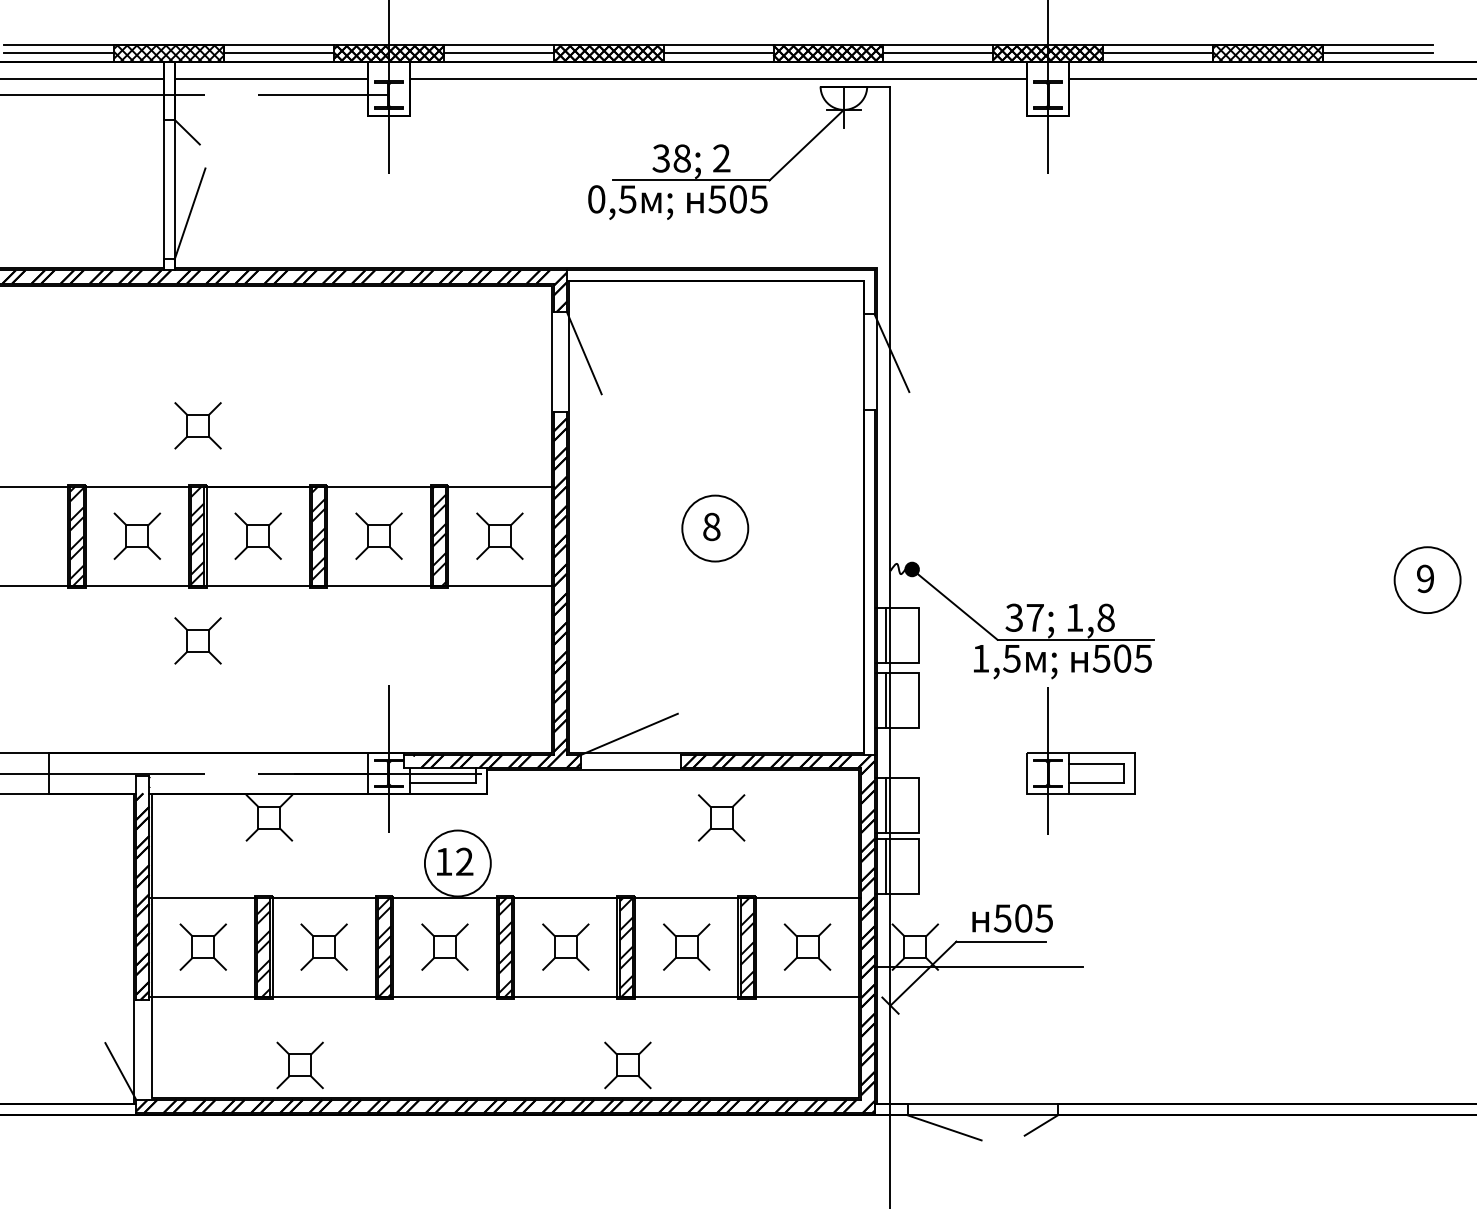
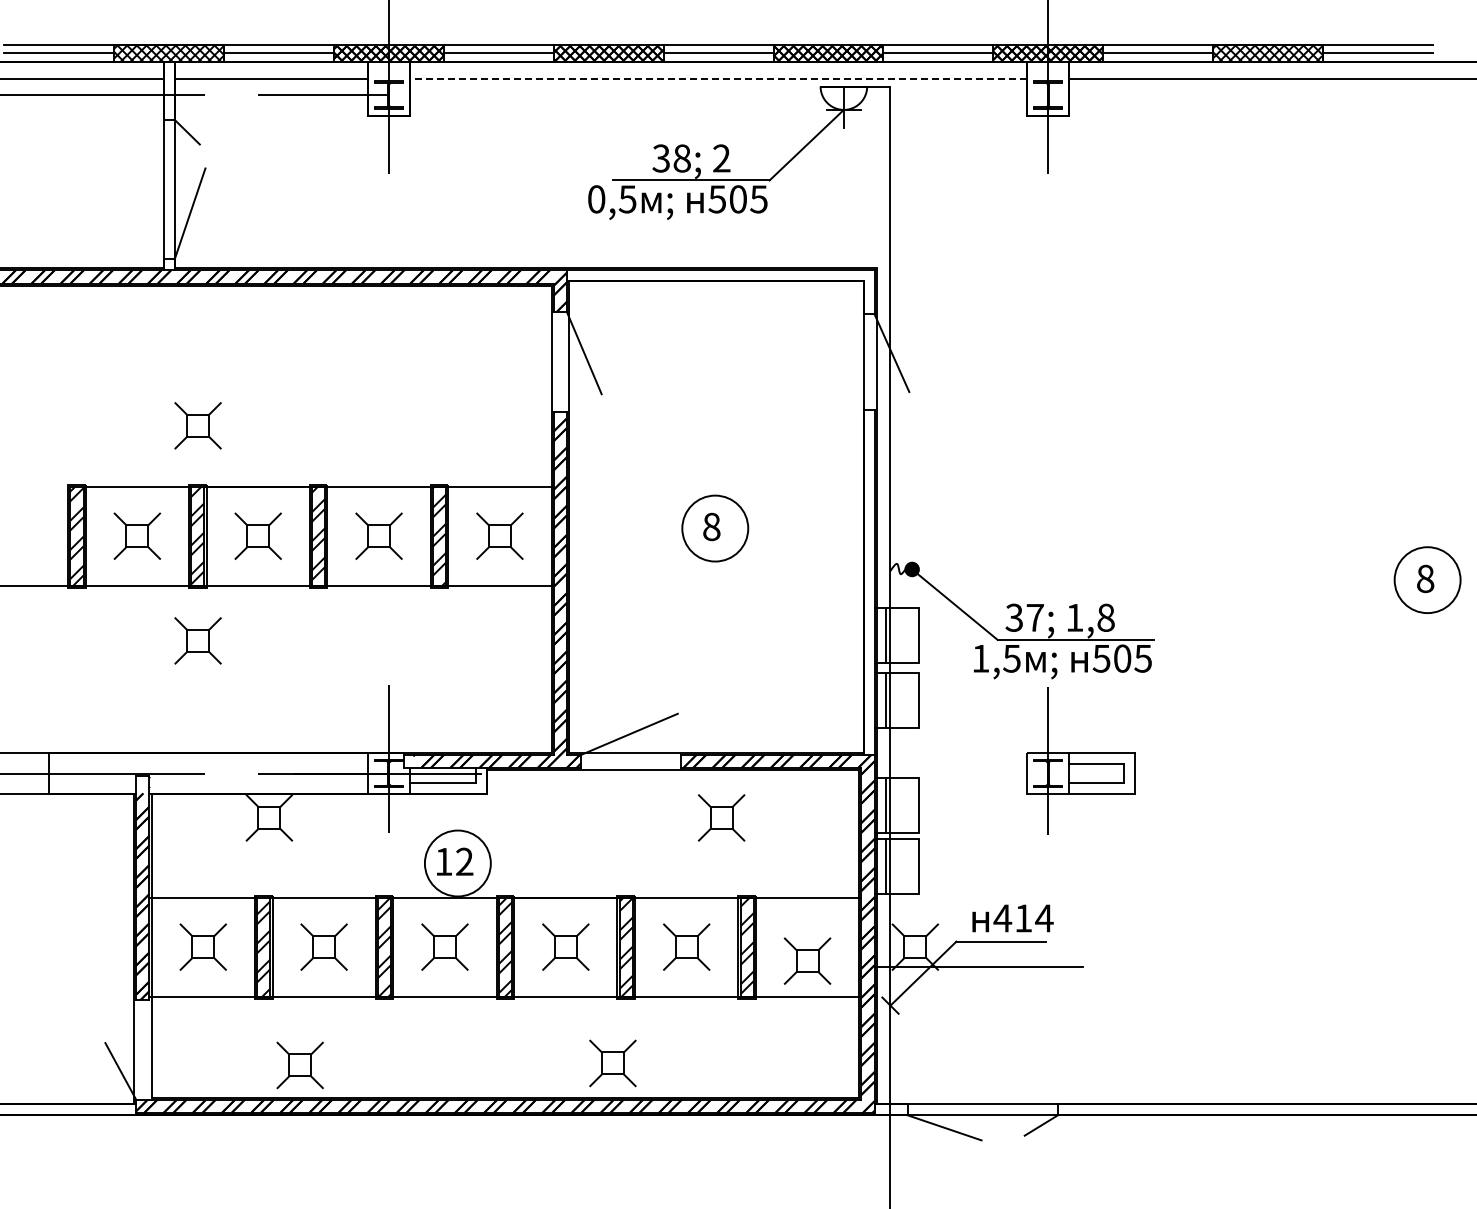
line at (718, 79): solid -> dashed
line at (36, 486): present -> none
text at (1425, 578): 9 -> 8
text at (1023, 918): 505 -> 414
part at (807, 946) position: (807, 946) -> (807, 960)
part at (627, 1065) position: (627, 1065) -> (612, 1063)
